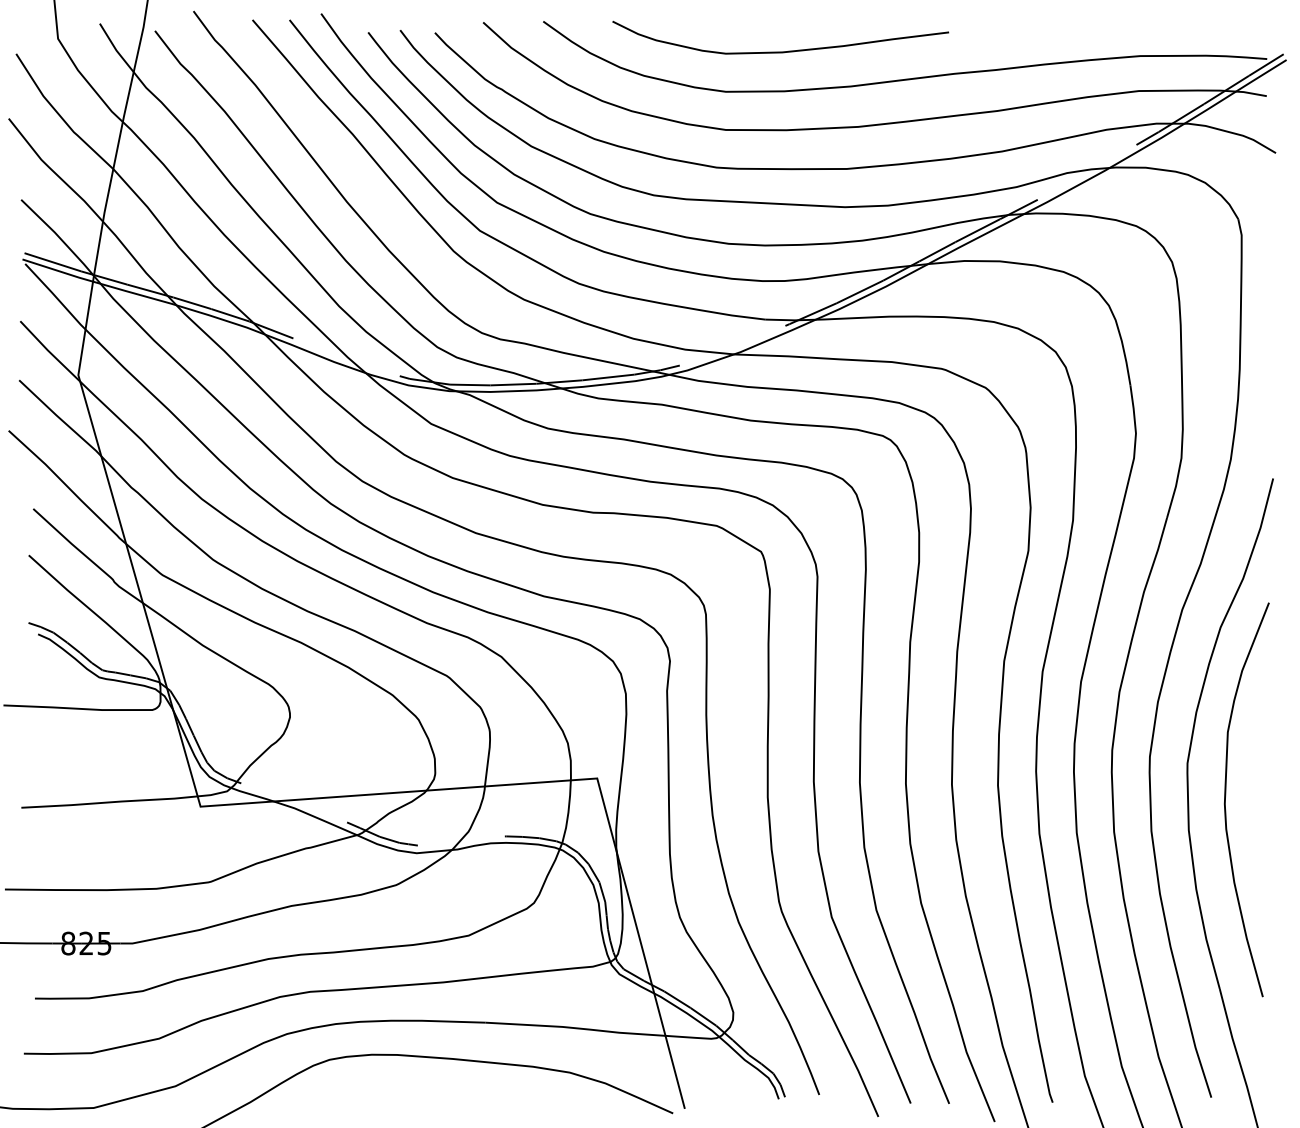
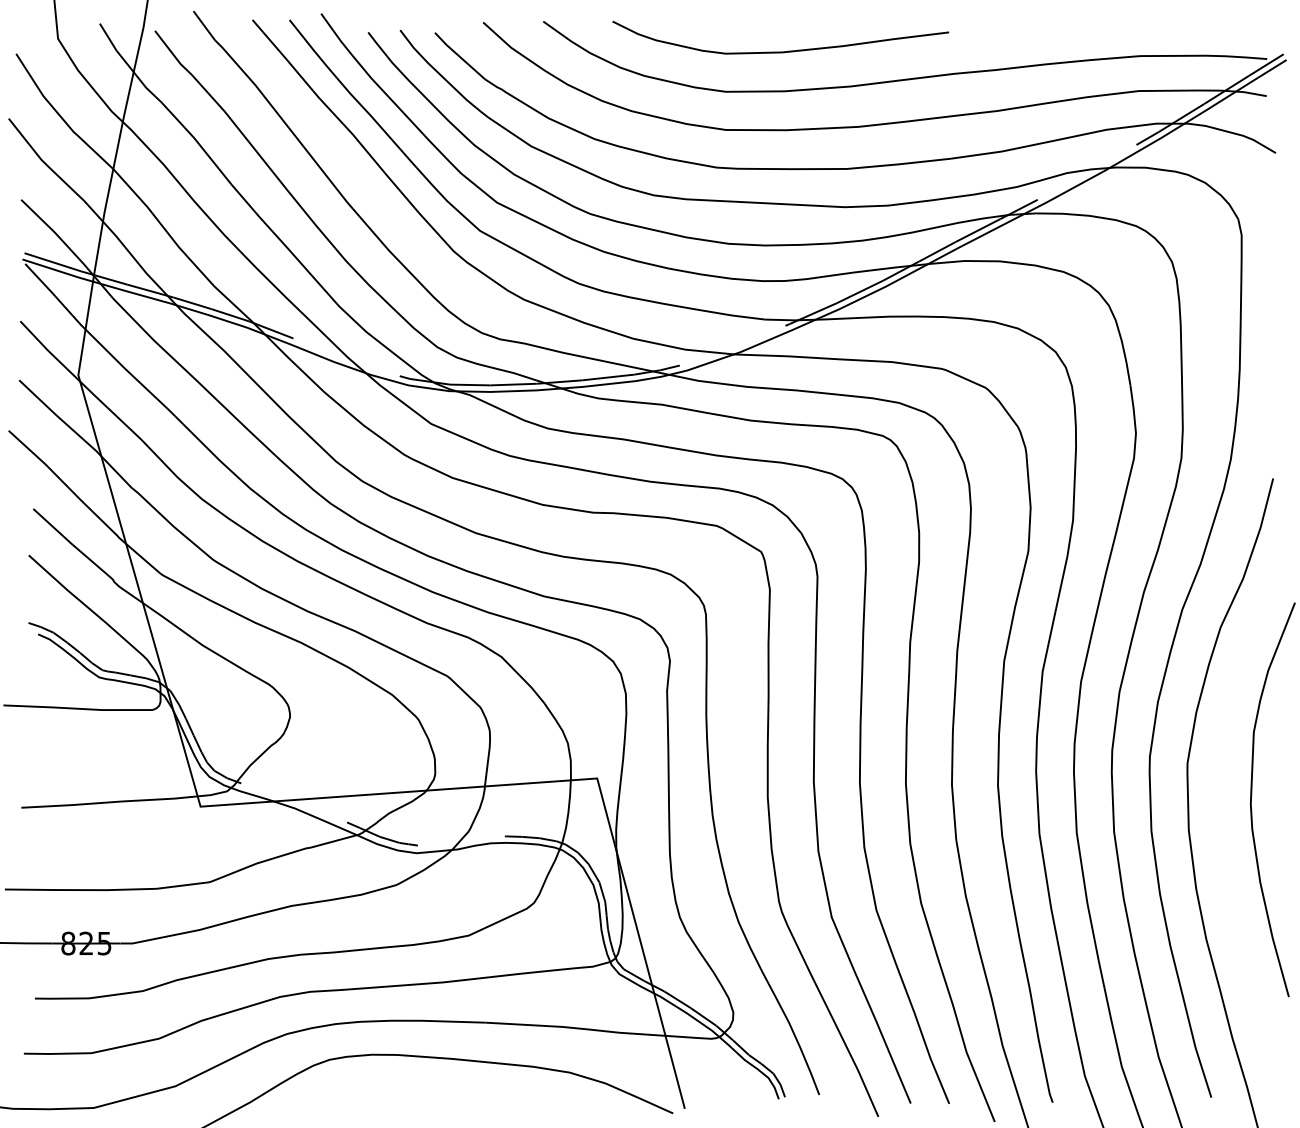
curve at (1226, 795) position: (1226, 795) -> (1252, 795)
